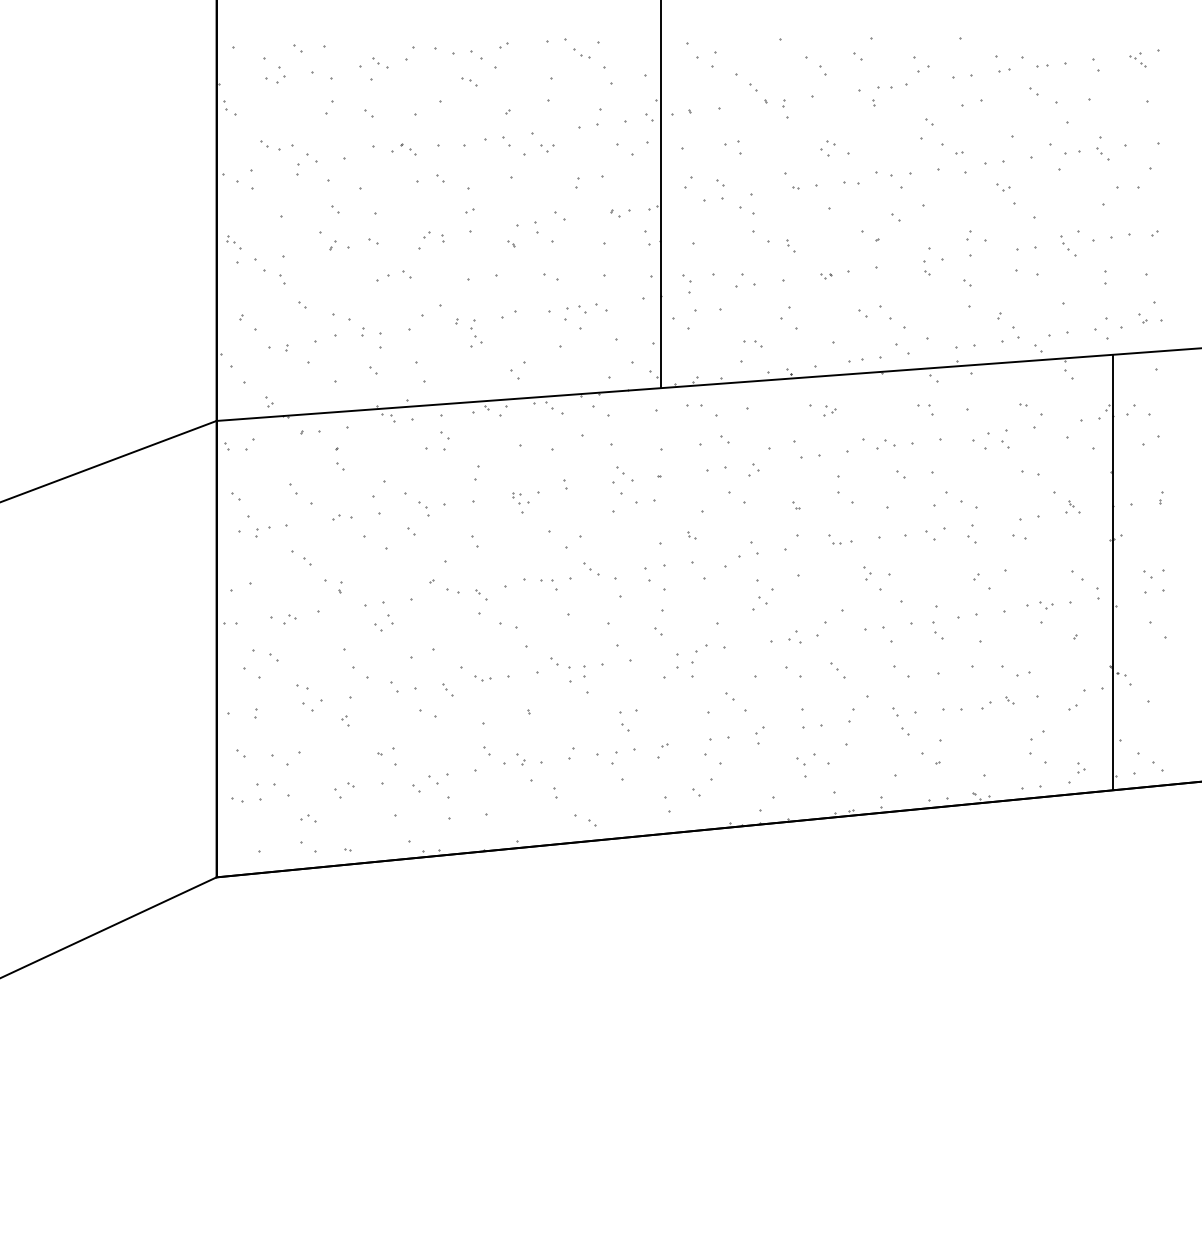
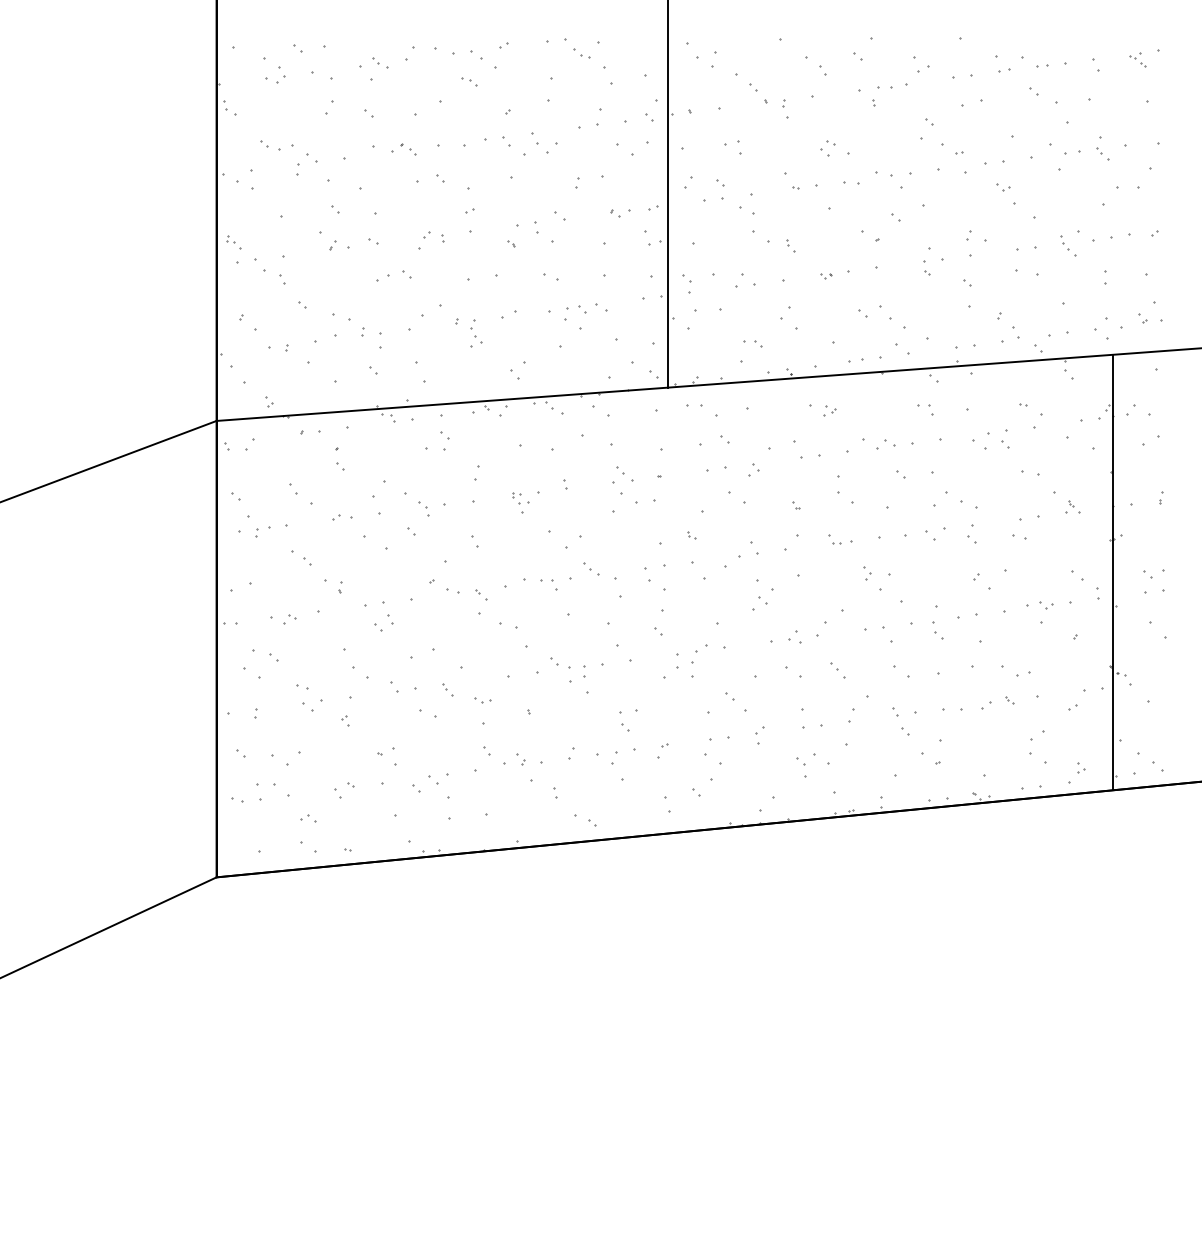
part at (547, 148) size: 15x9 px -> 22x12 px
line at (661, 195) position: (661, 195) -> (668, 195)
part at (482, 678) position: (482, 678) -> (482, 700)
